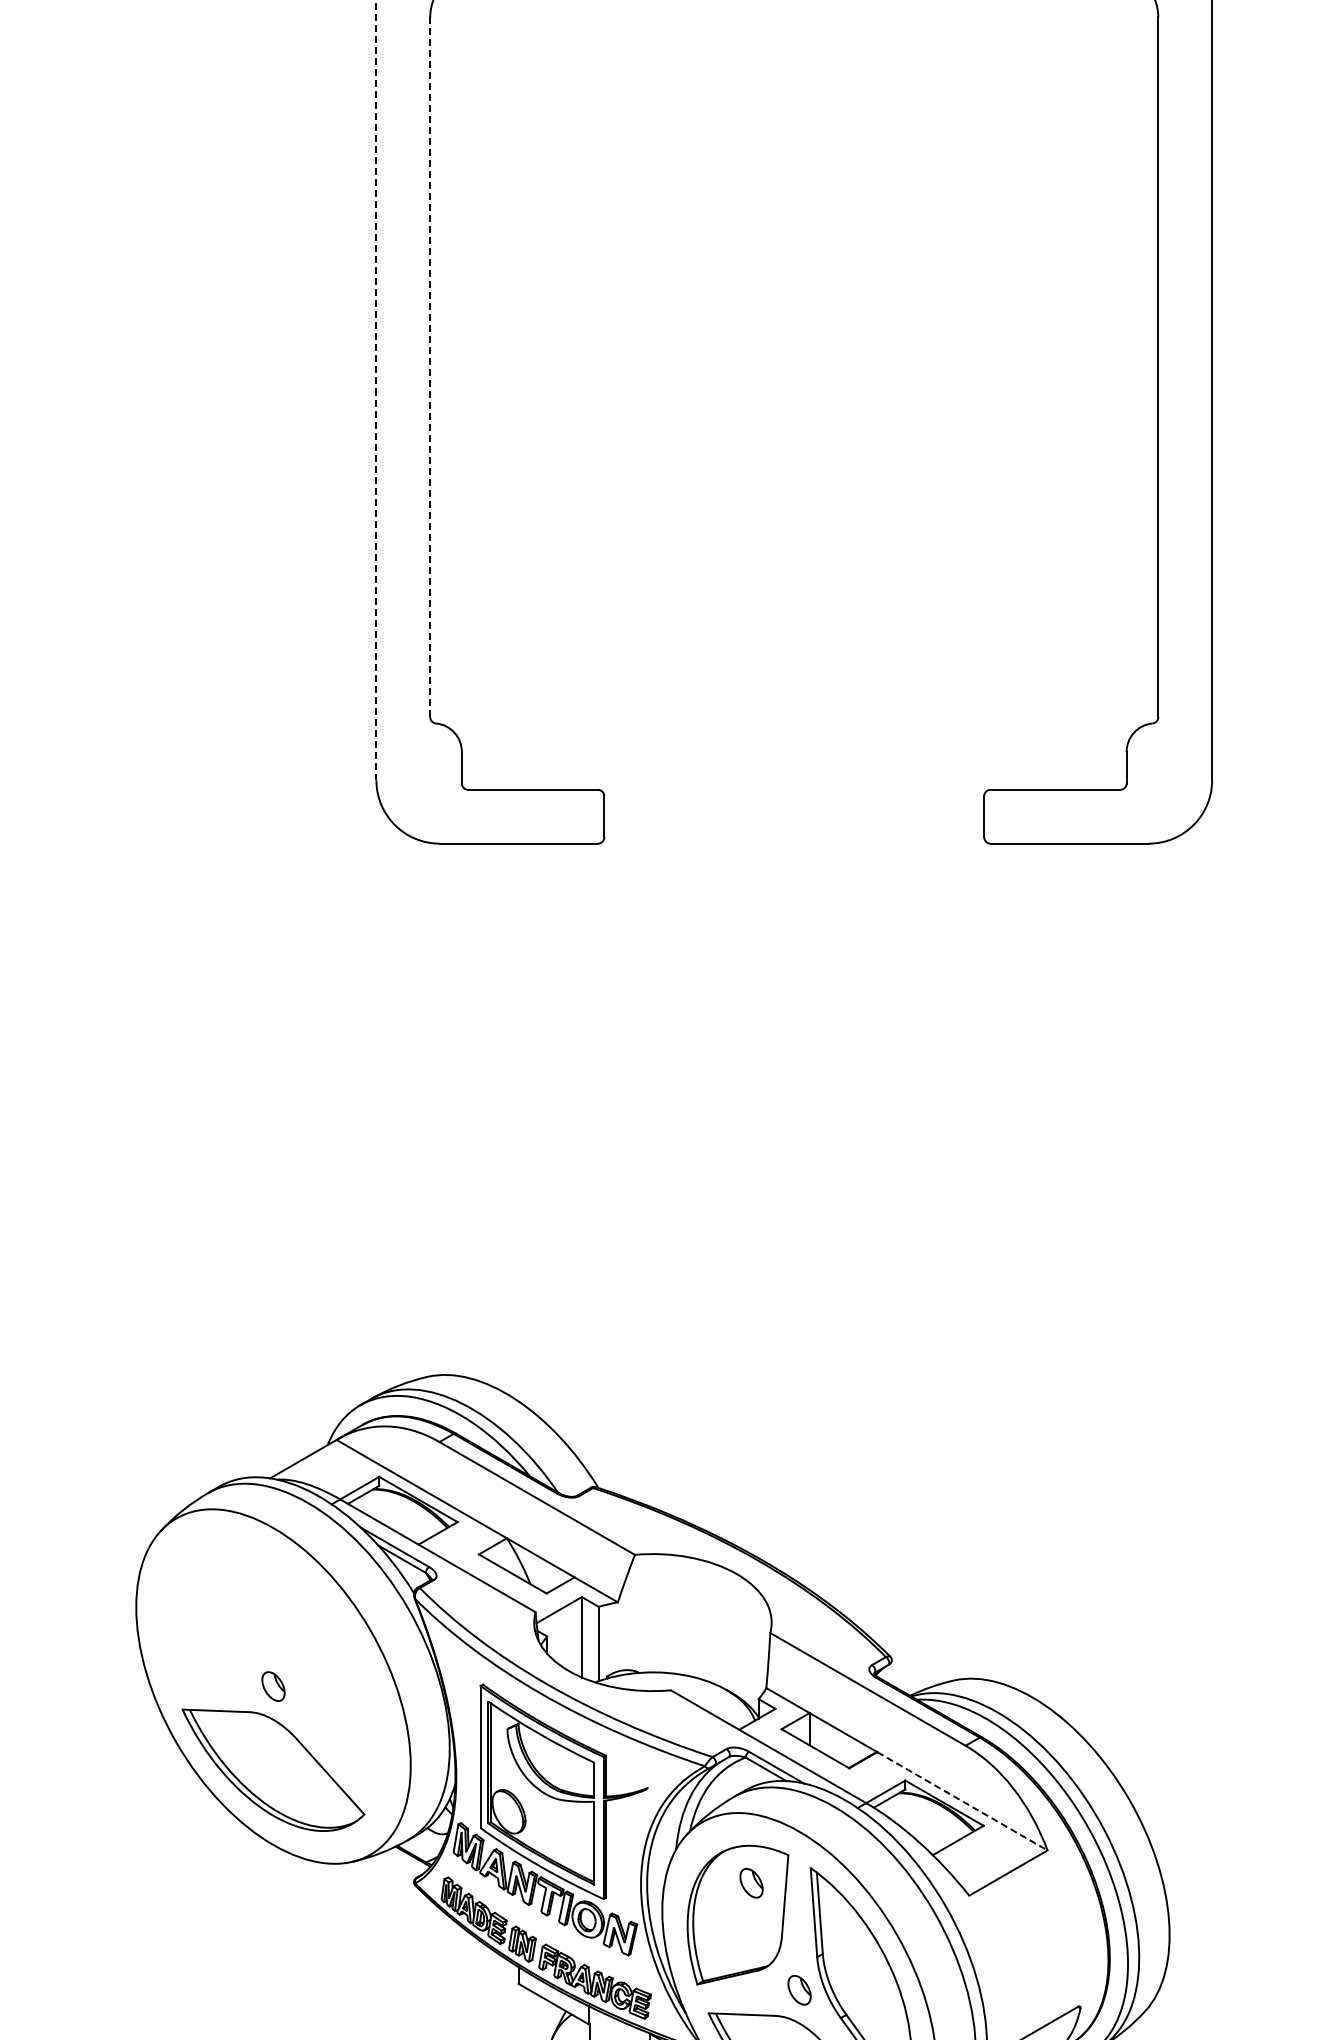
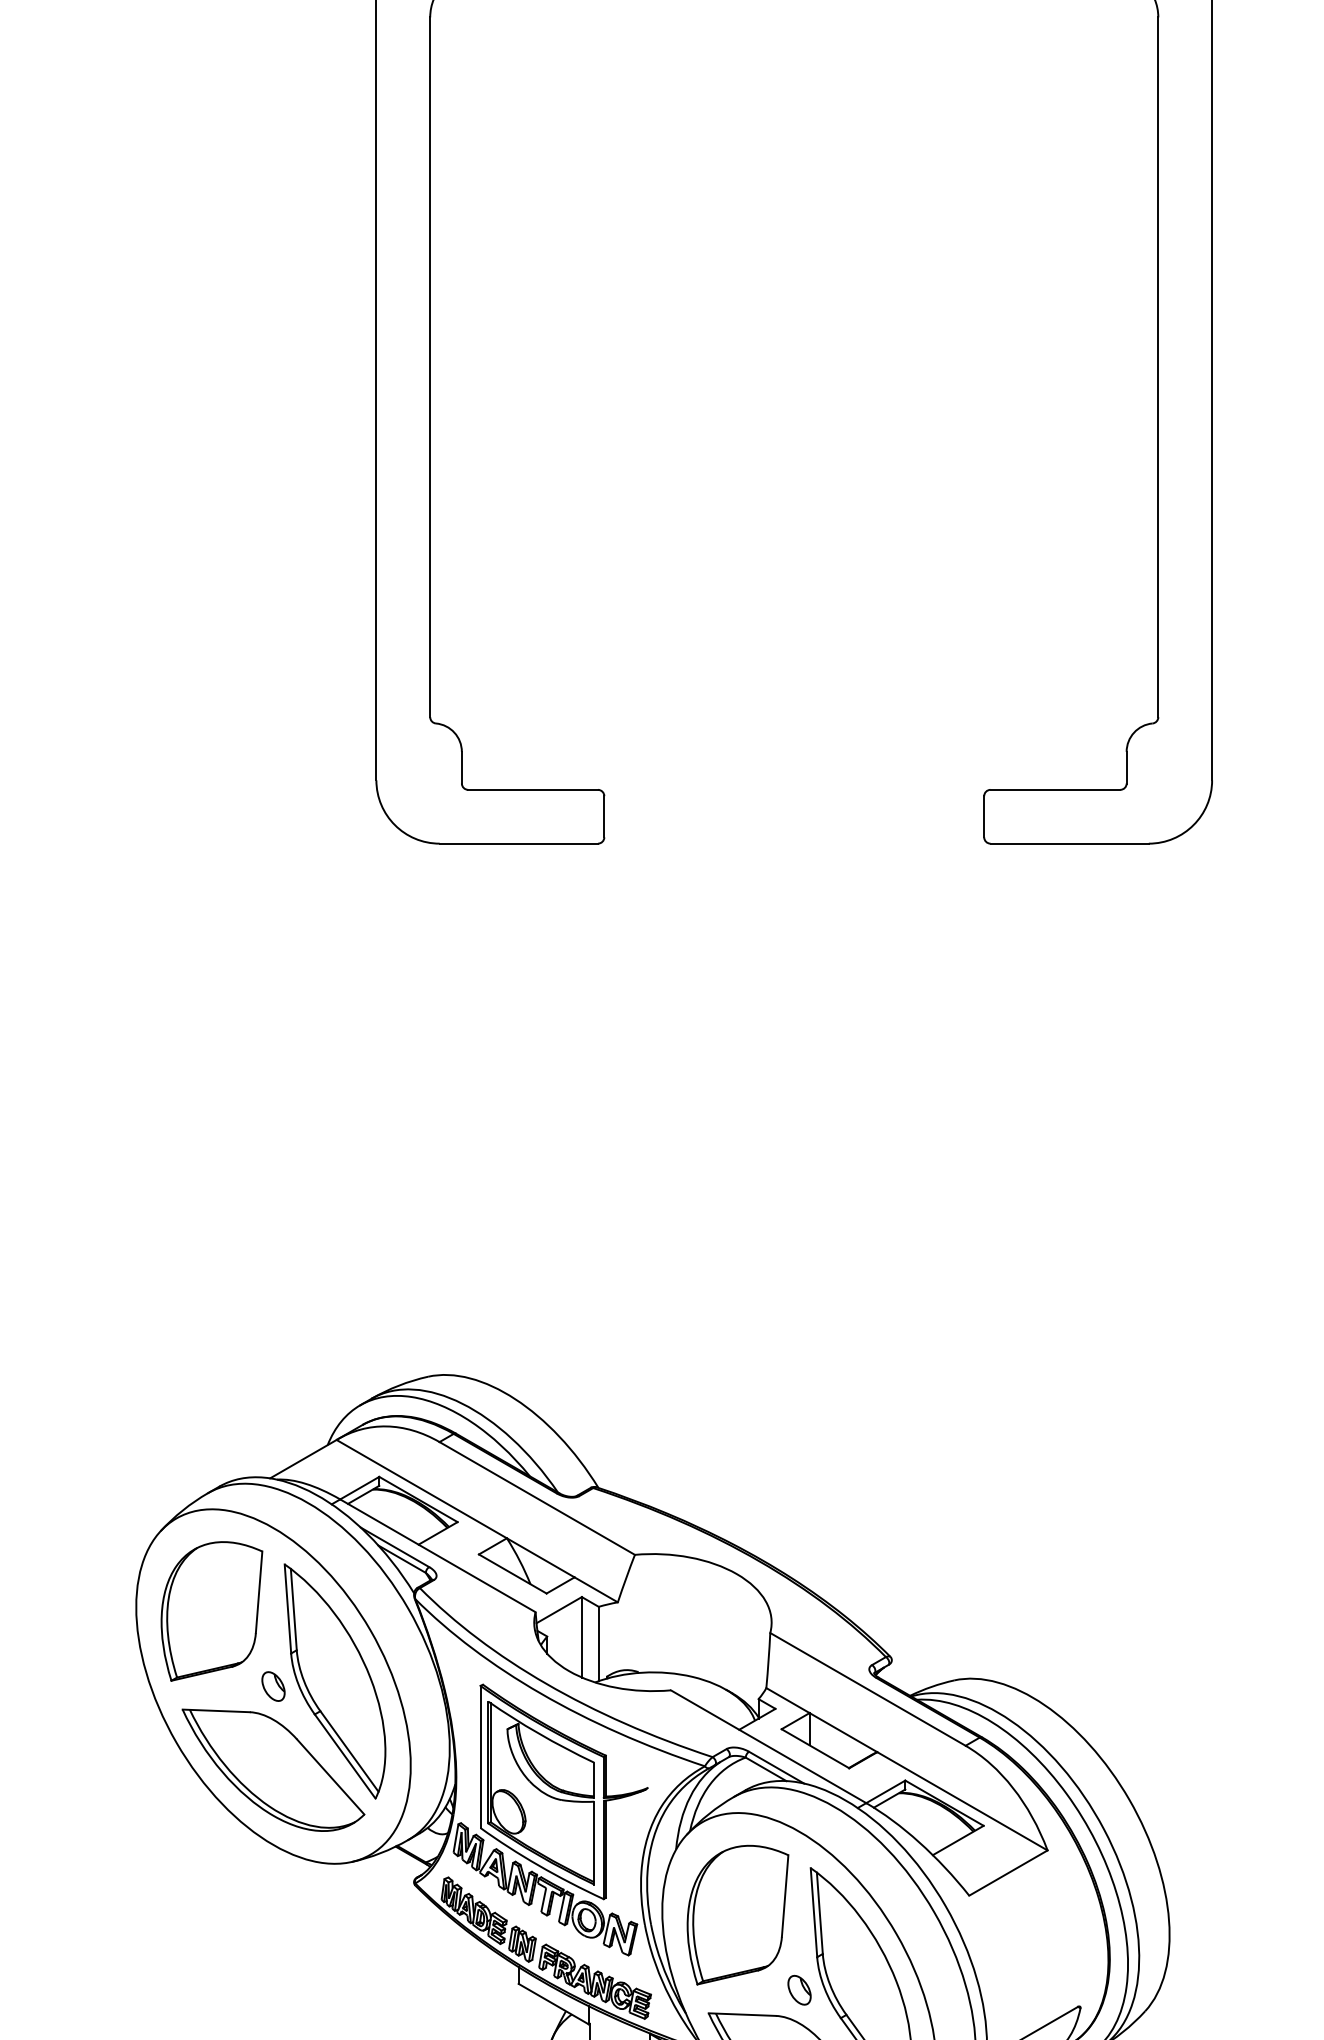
line at (430, 367): dashed -> solid
line at (376, 390): dashed -> solid
part at (211, 1611): none -> present
part at (334, 1681): none -> present
line at (962, 1801): dashed -> solid
part at (751, 1882): present -> none
